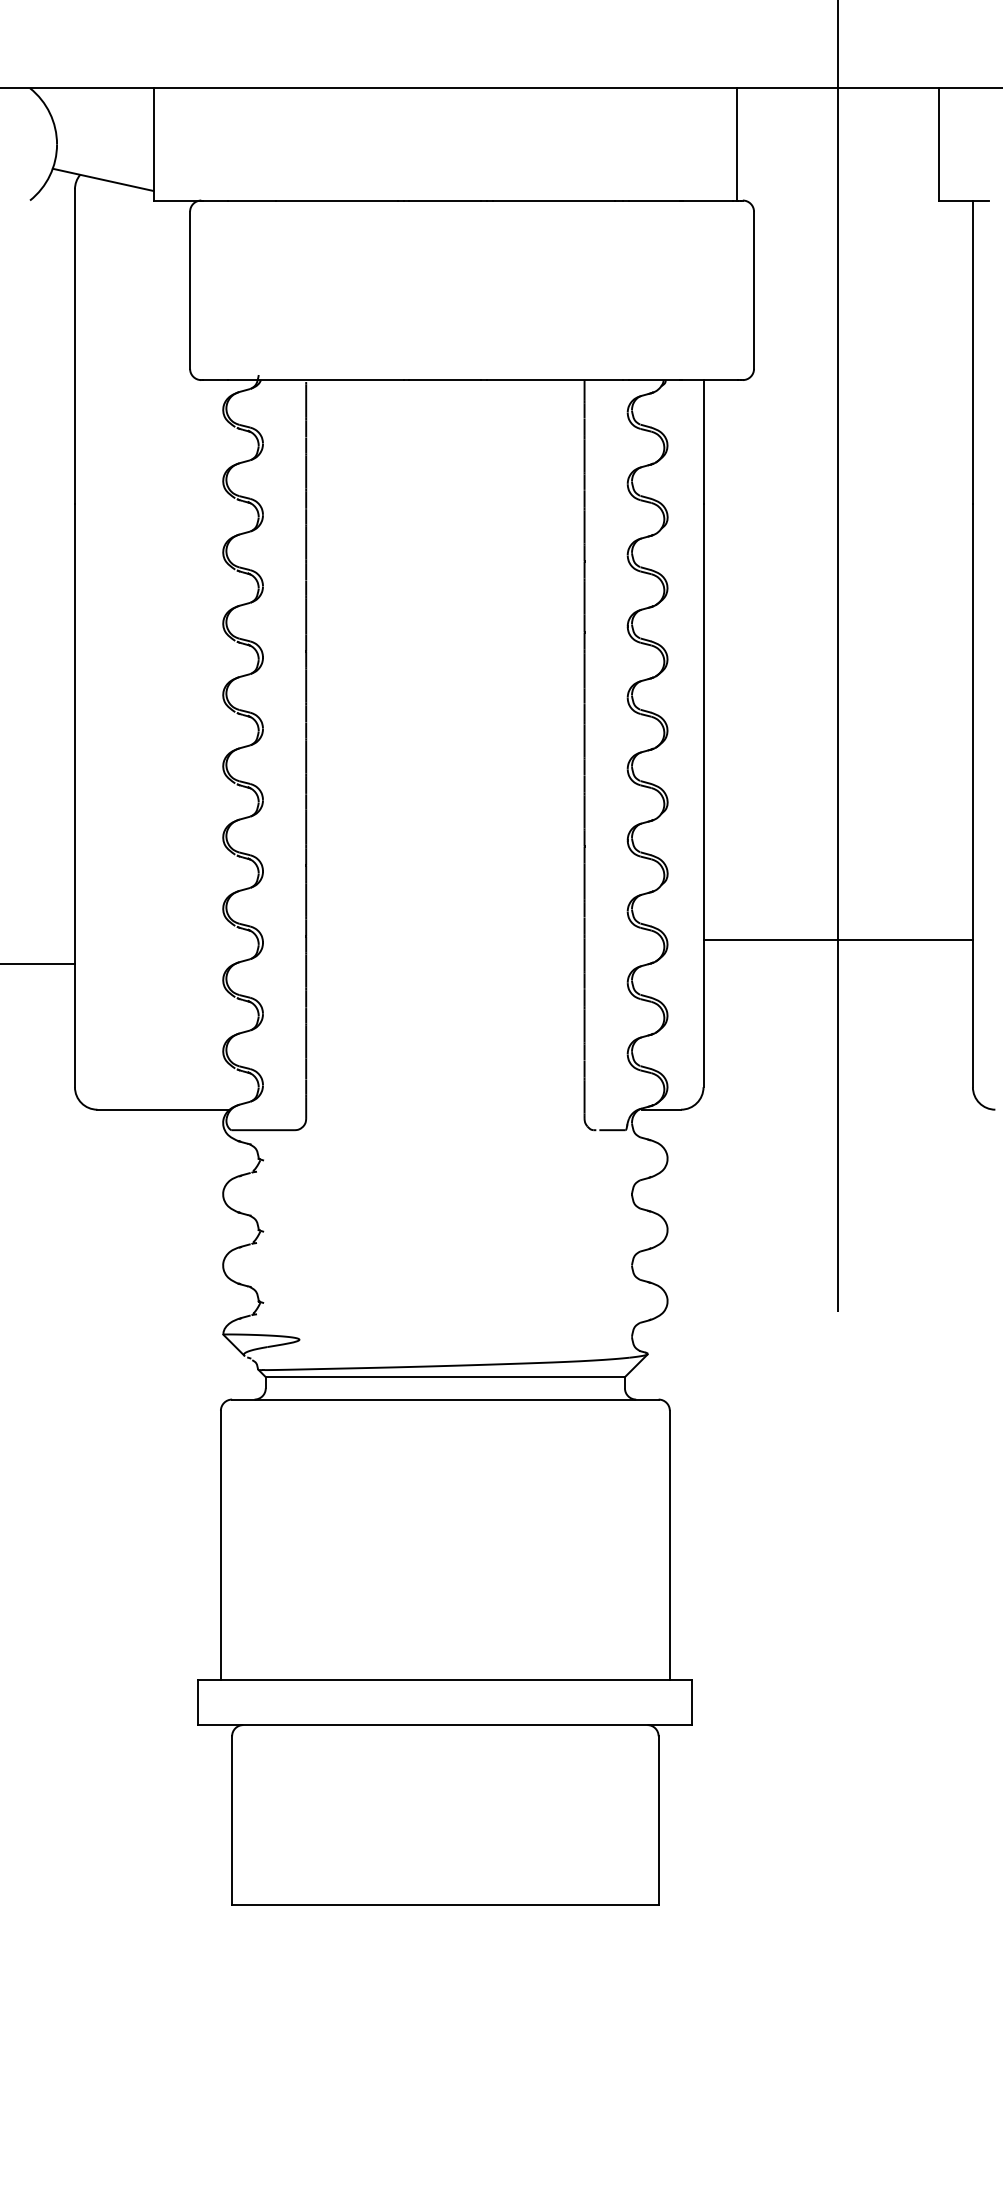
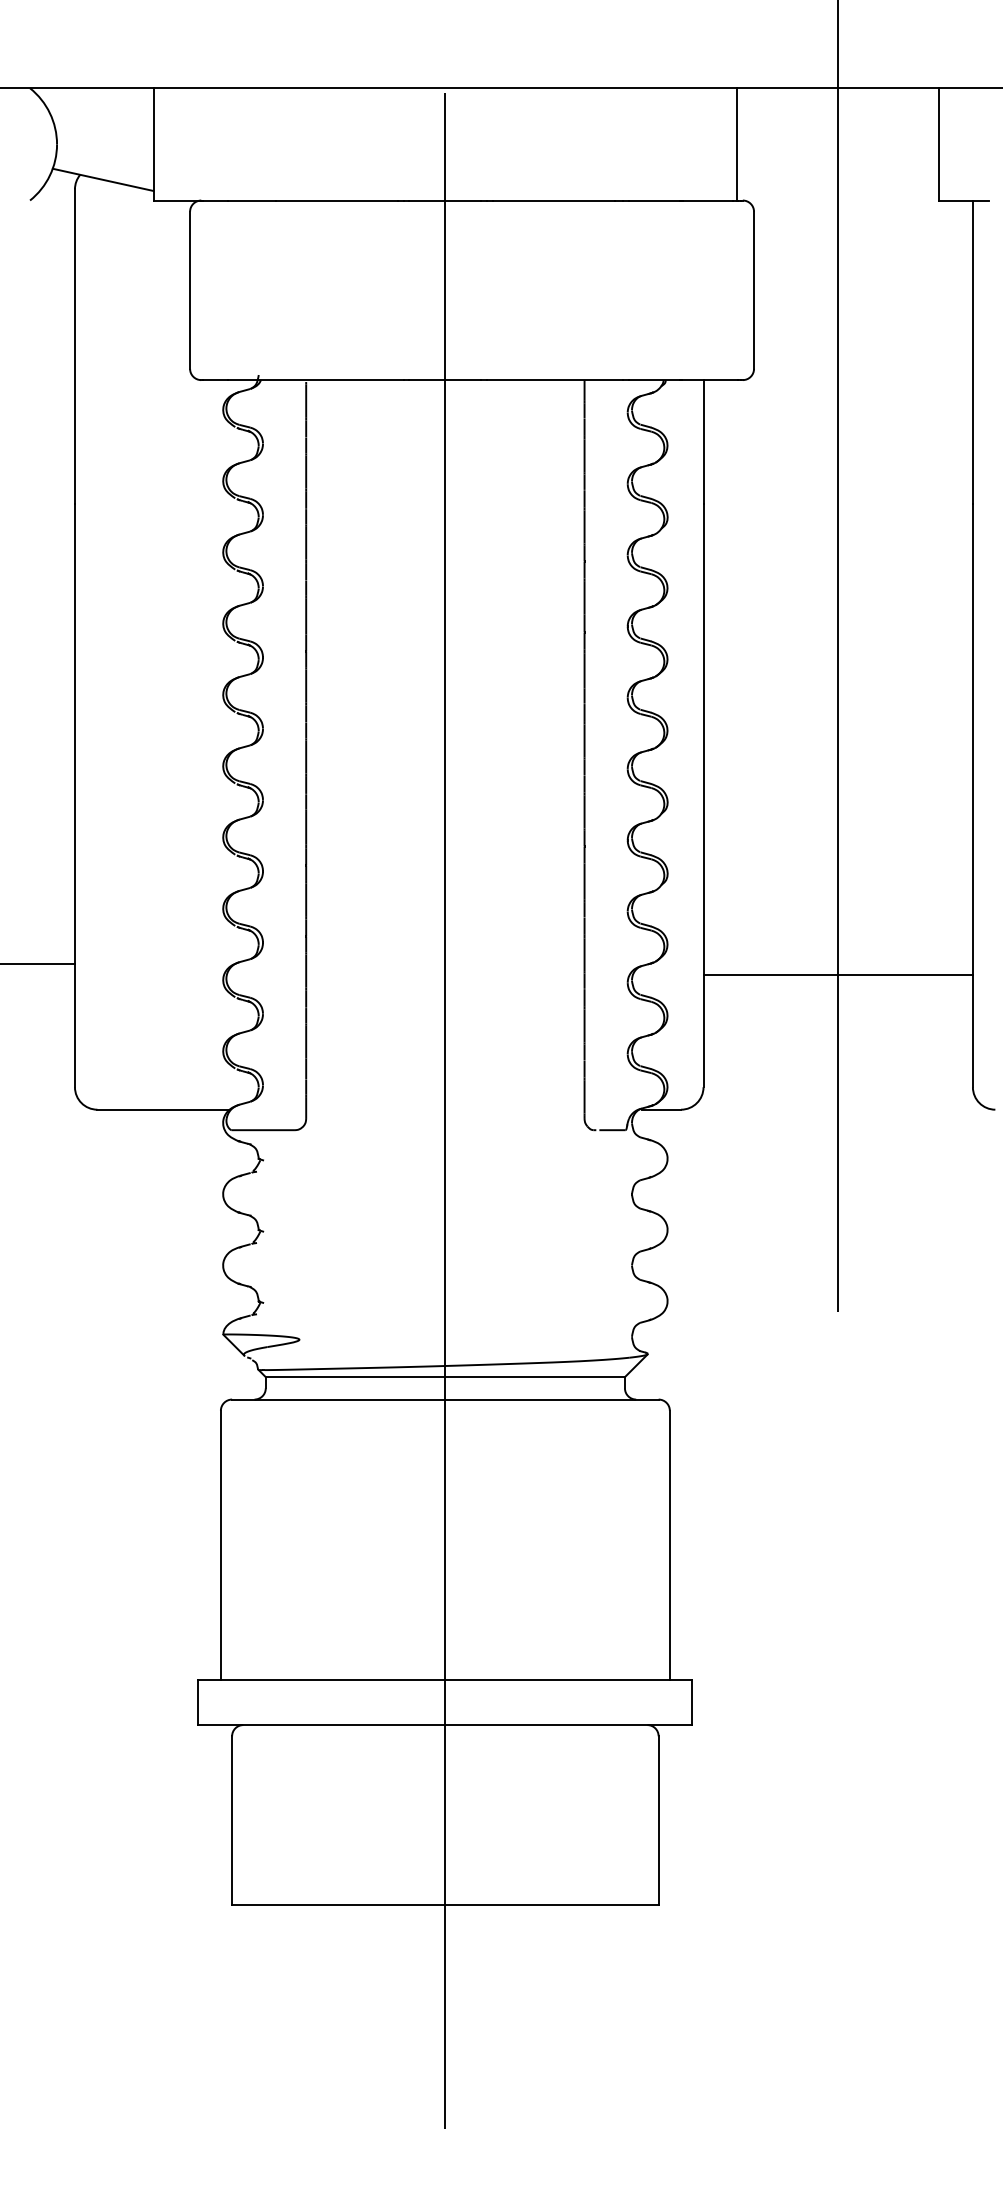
line at (837, 940) position: (837, 940) -> (837, 975)
line at (445, 1111): none -> present
